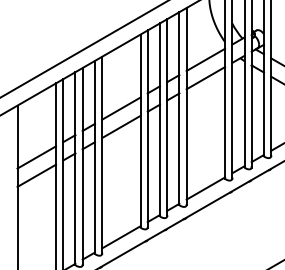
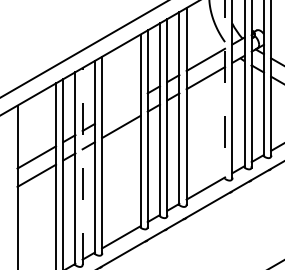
line at (225, 89): solid -> dashed
line at (121, 108): present -> none
line at (82, 166): solid -> dashed
